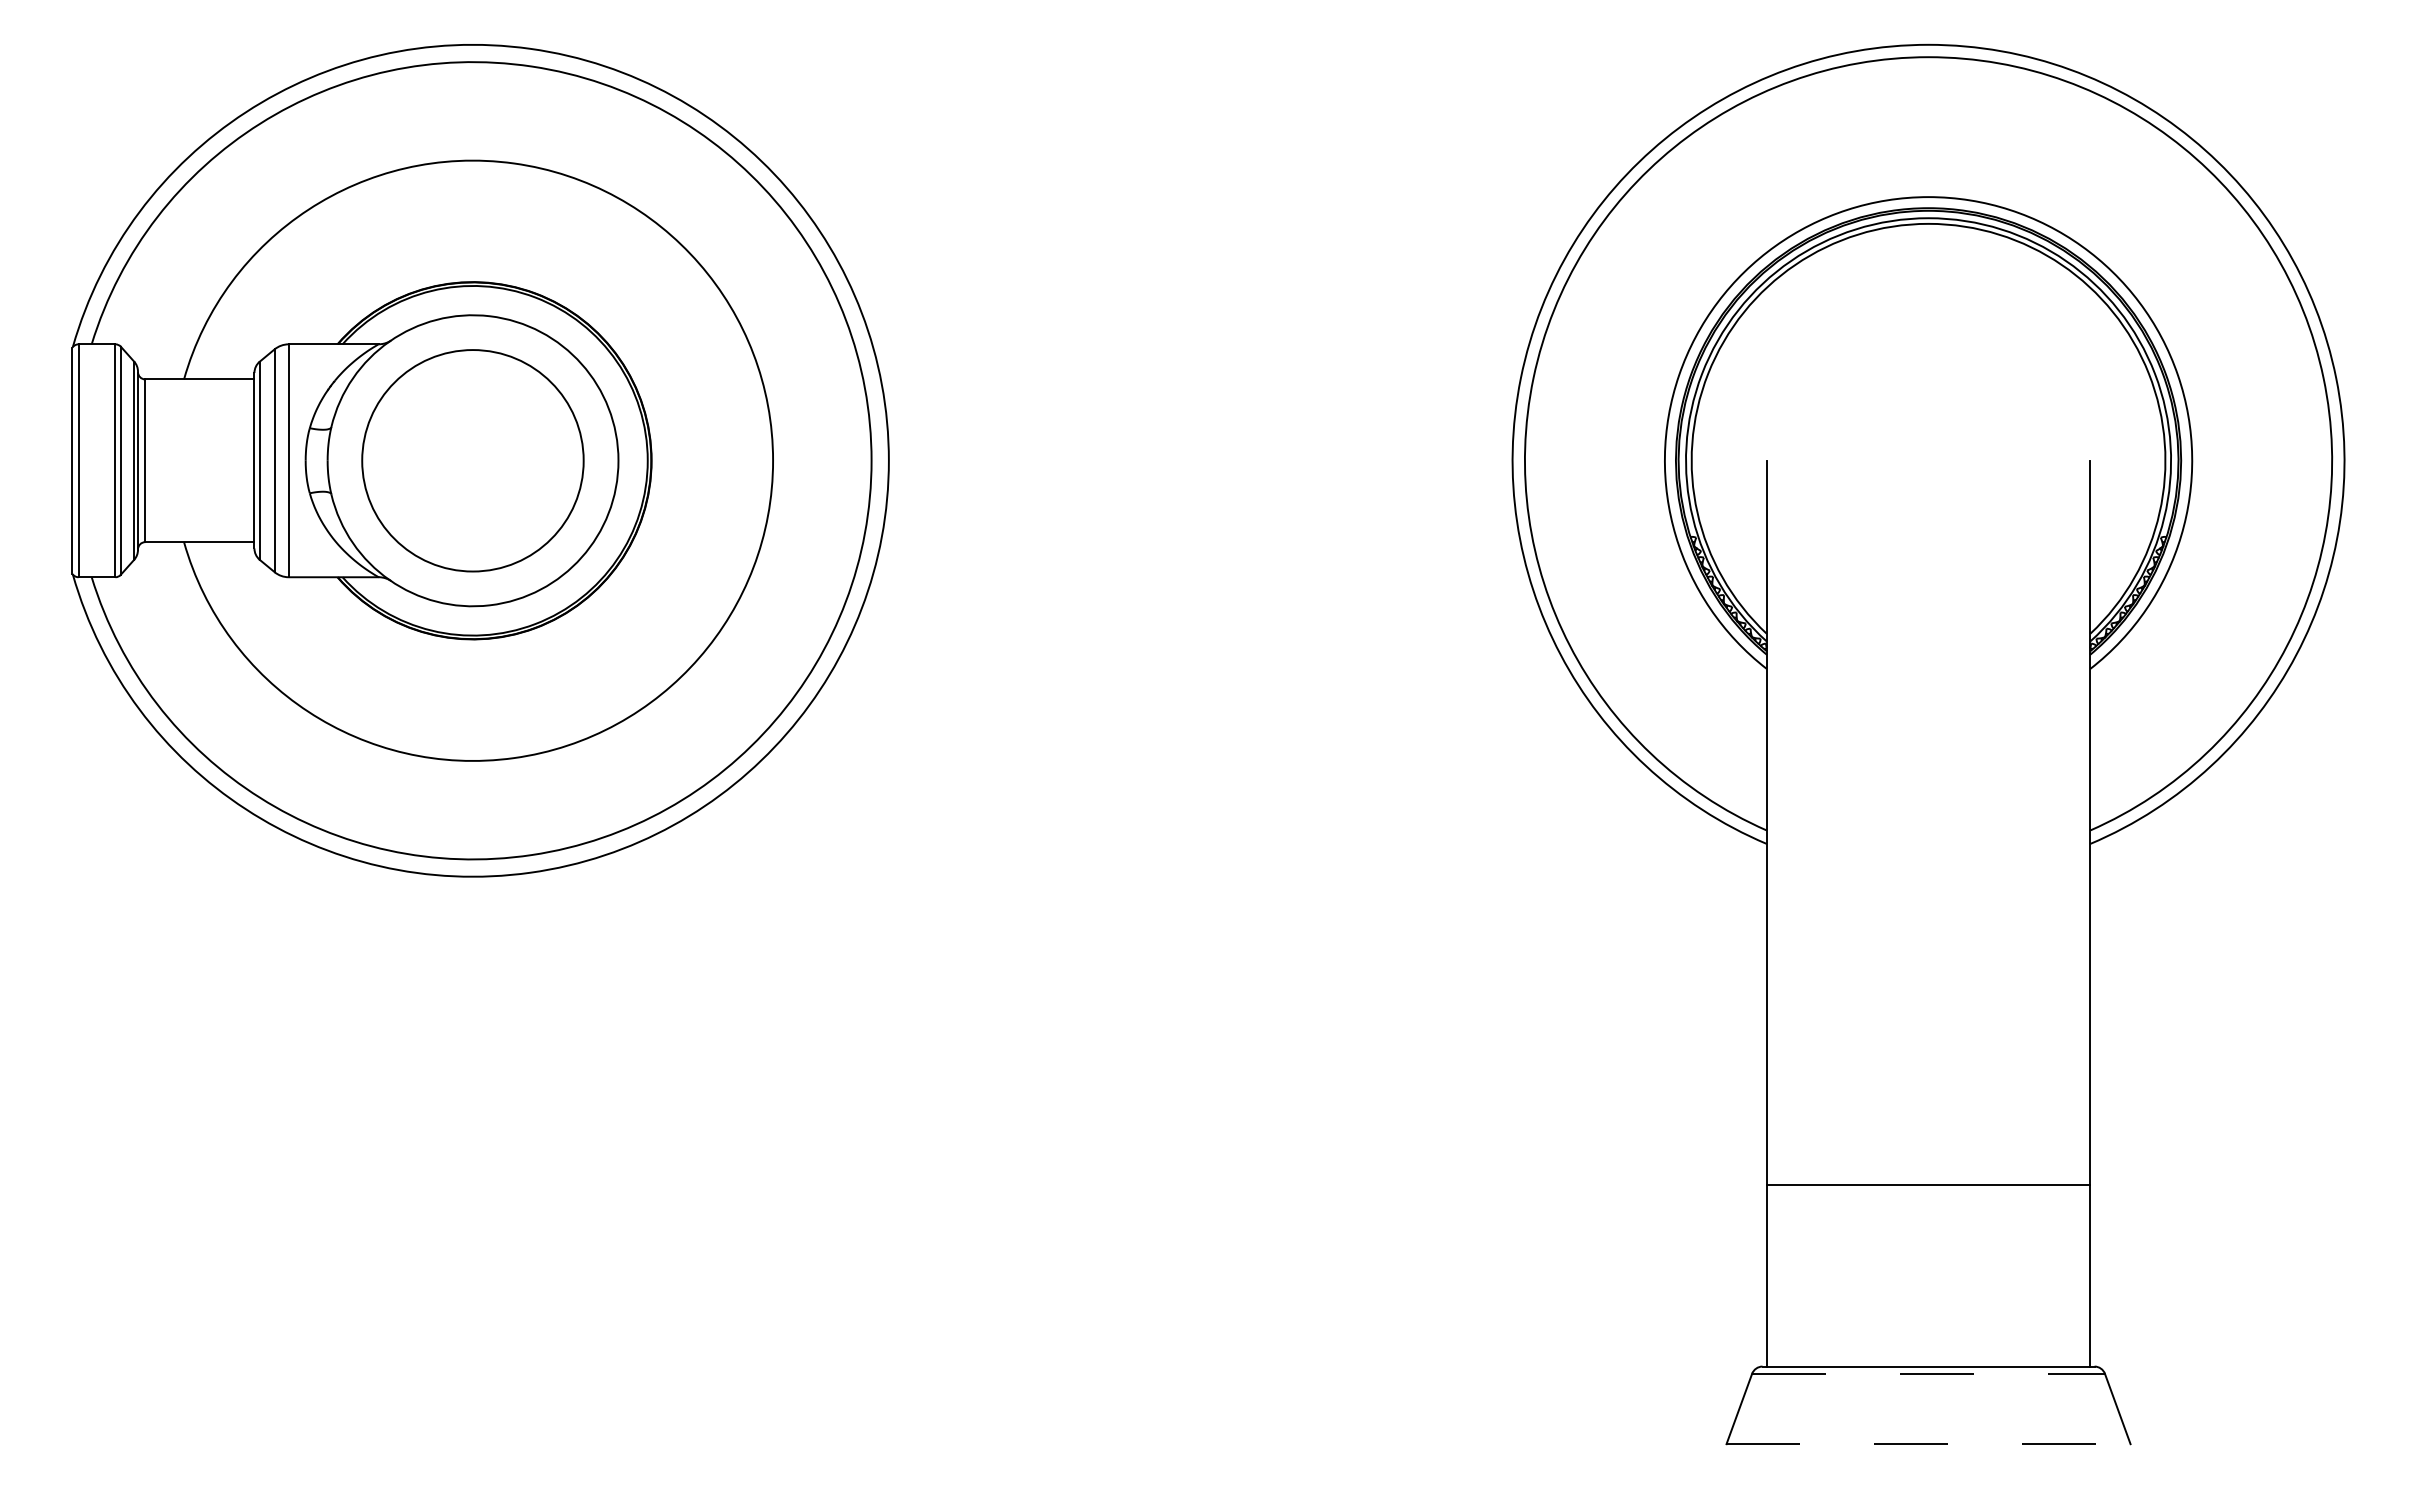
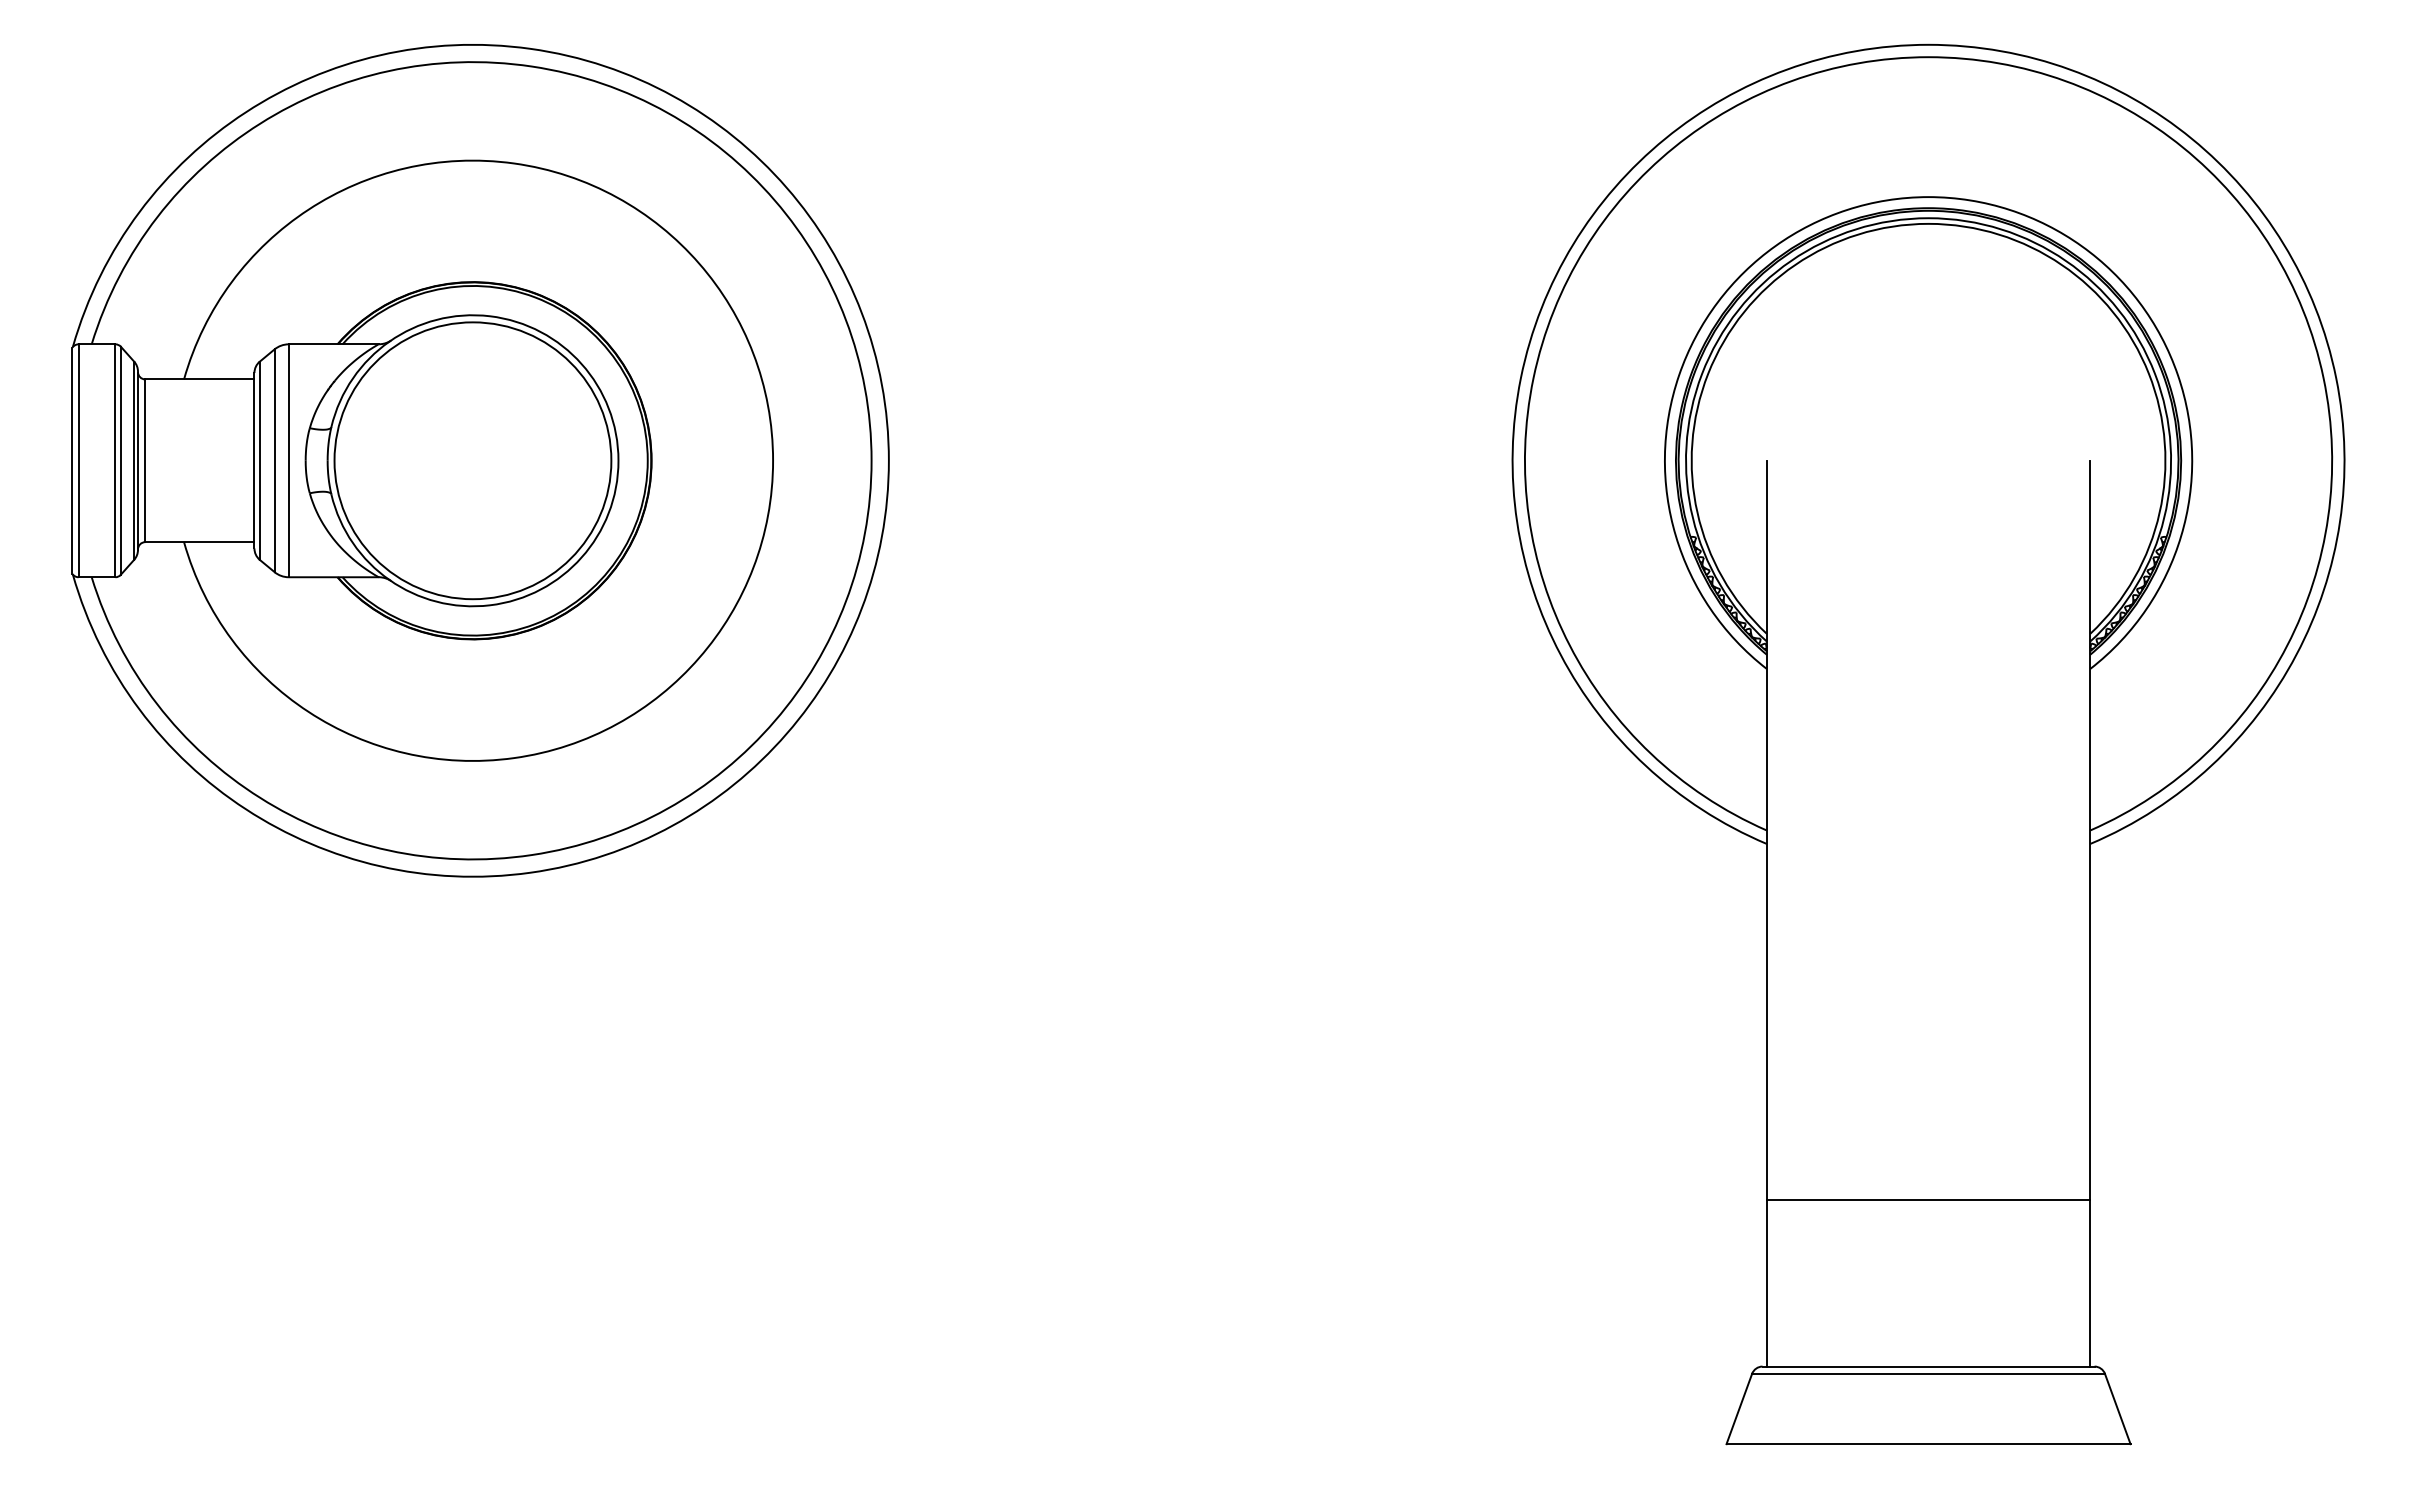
circle at (472, 460) diameter: 221 px -> 277 px
line at (1928, 1185) position: (1928, 1185) -> (1928, 1200)
line at (1929, 1373): dashed -> solid
line at (1929, 1444): dashed -> solid
